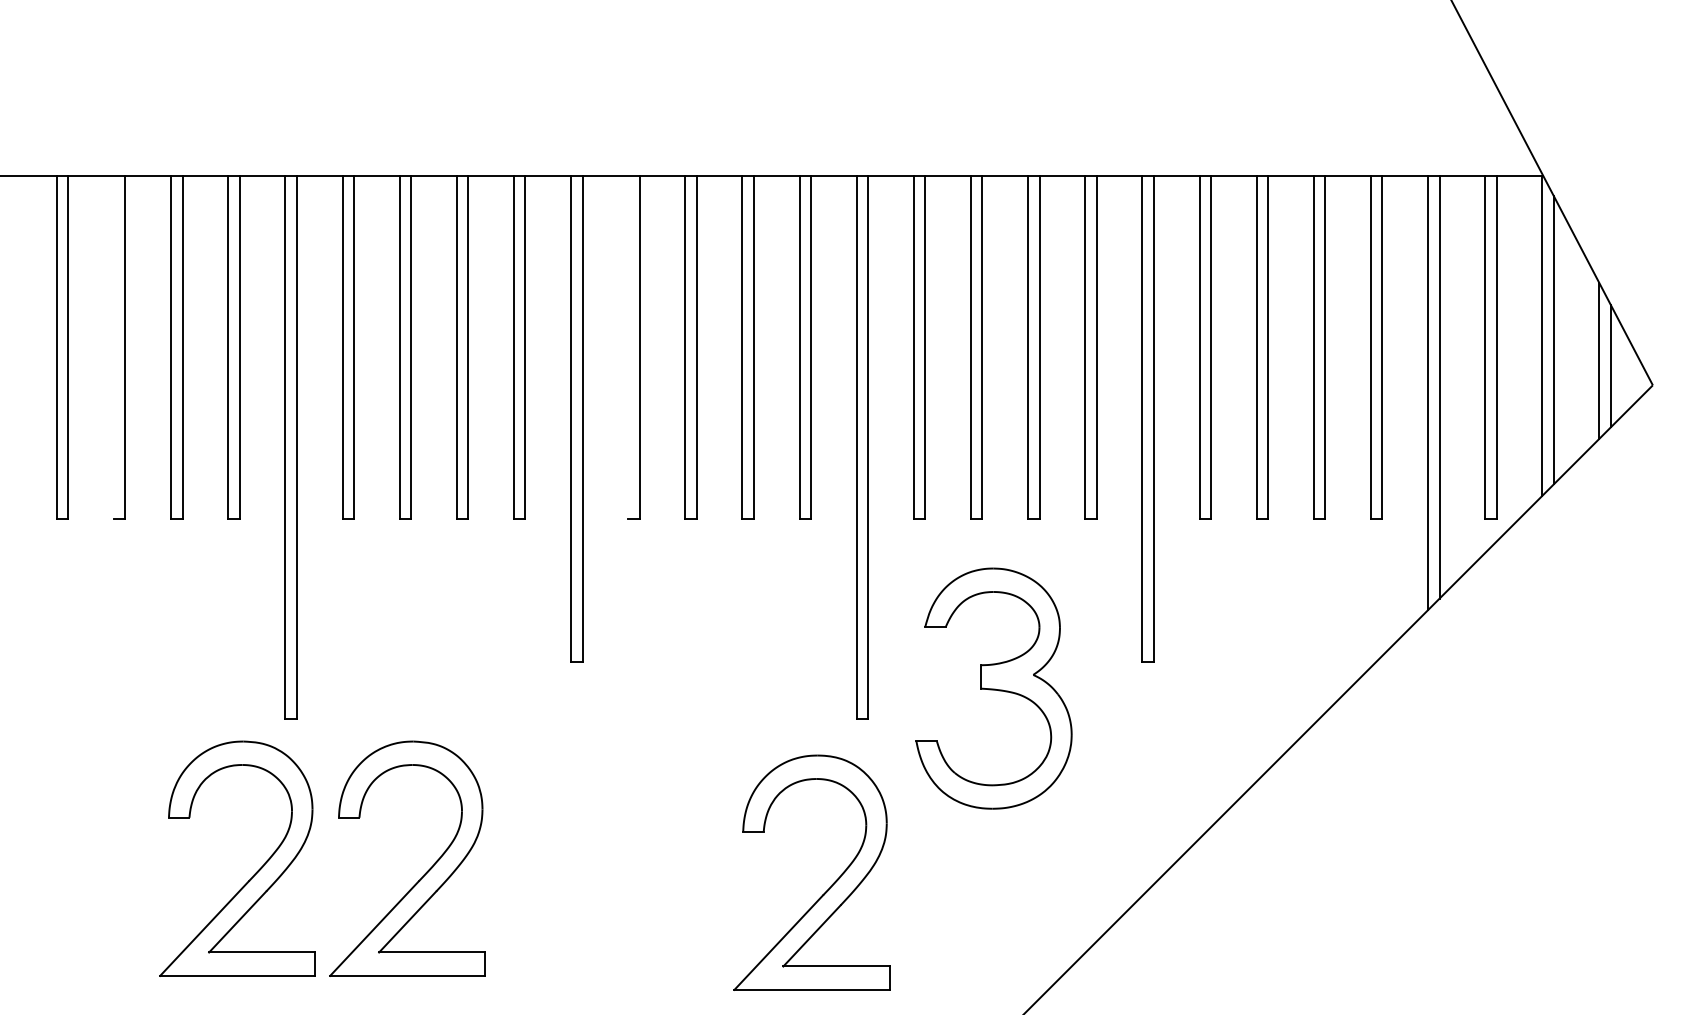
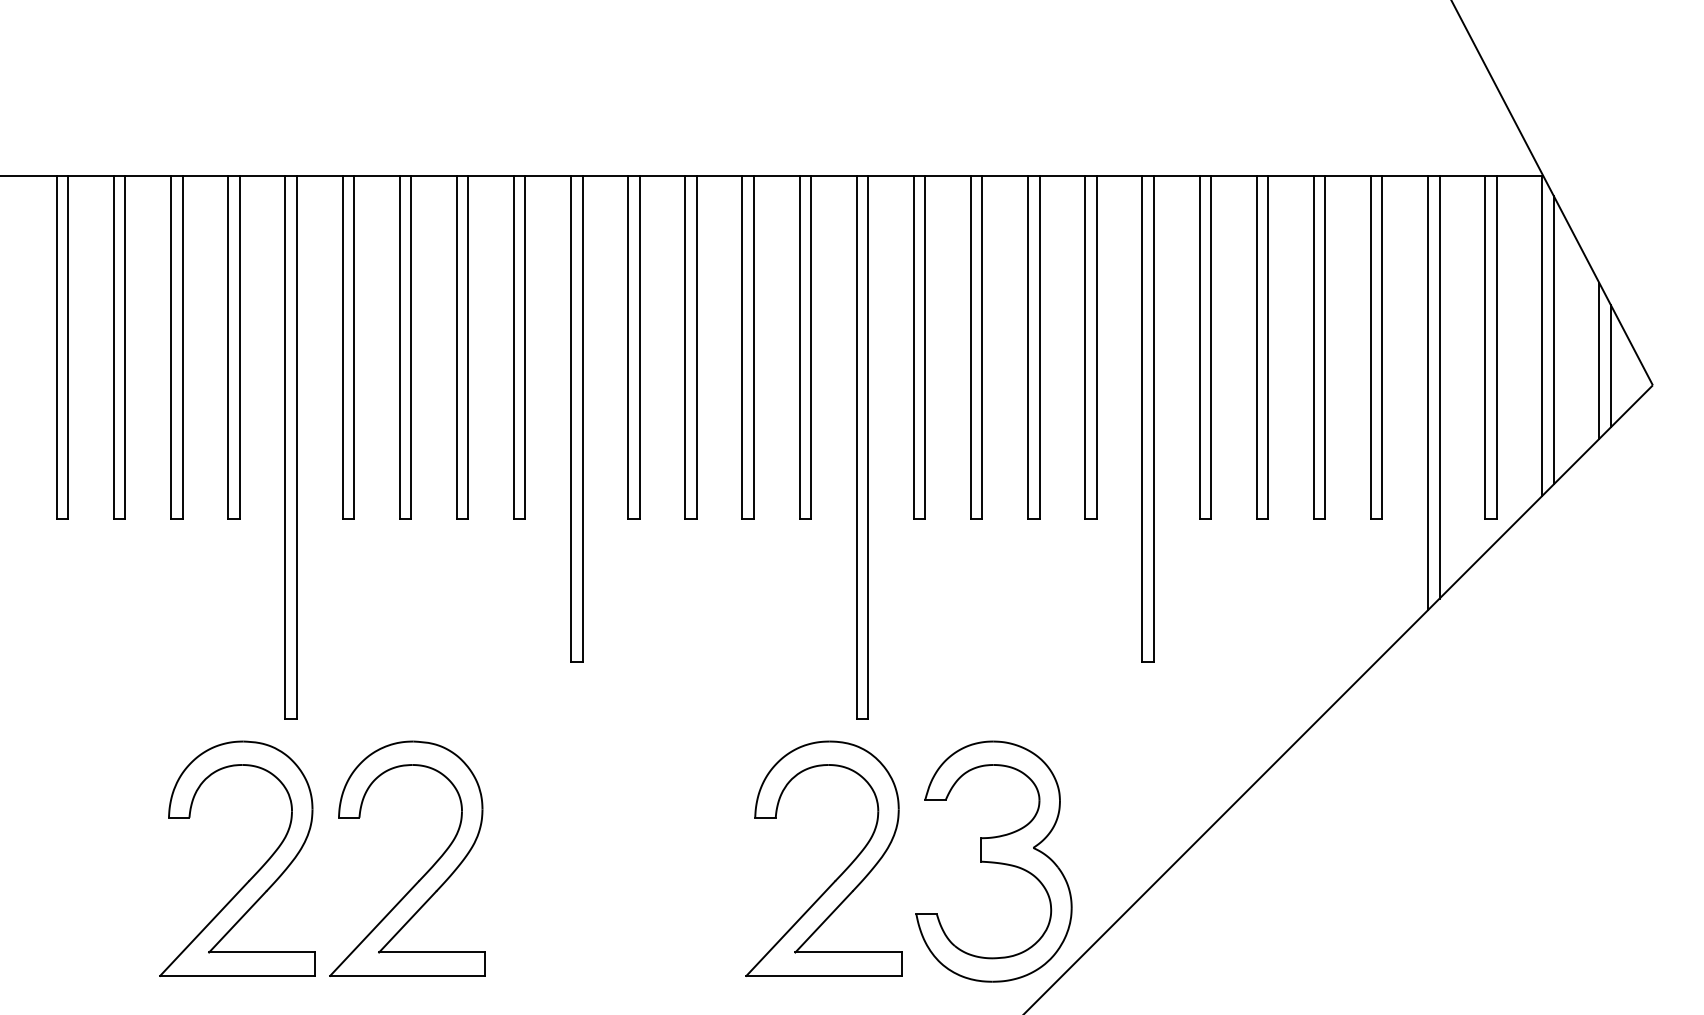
line at (114, 347): none -> present
line at (628, 347): none -> present
part at (993, 688) position: (993, 688) -> (993, 861)
part at (828, 888) position: (828, 888) -> (840, 874)
